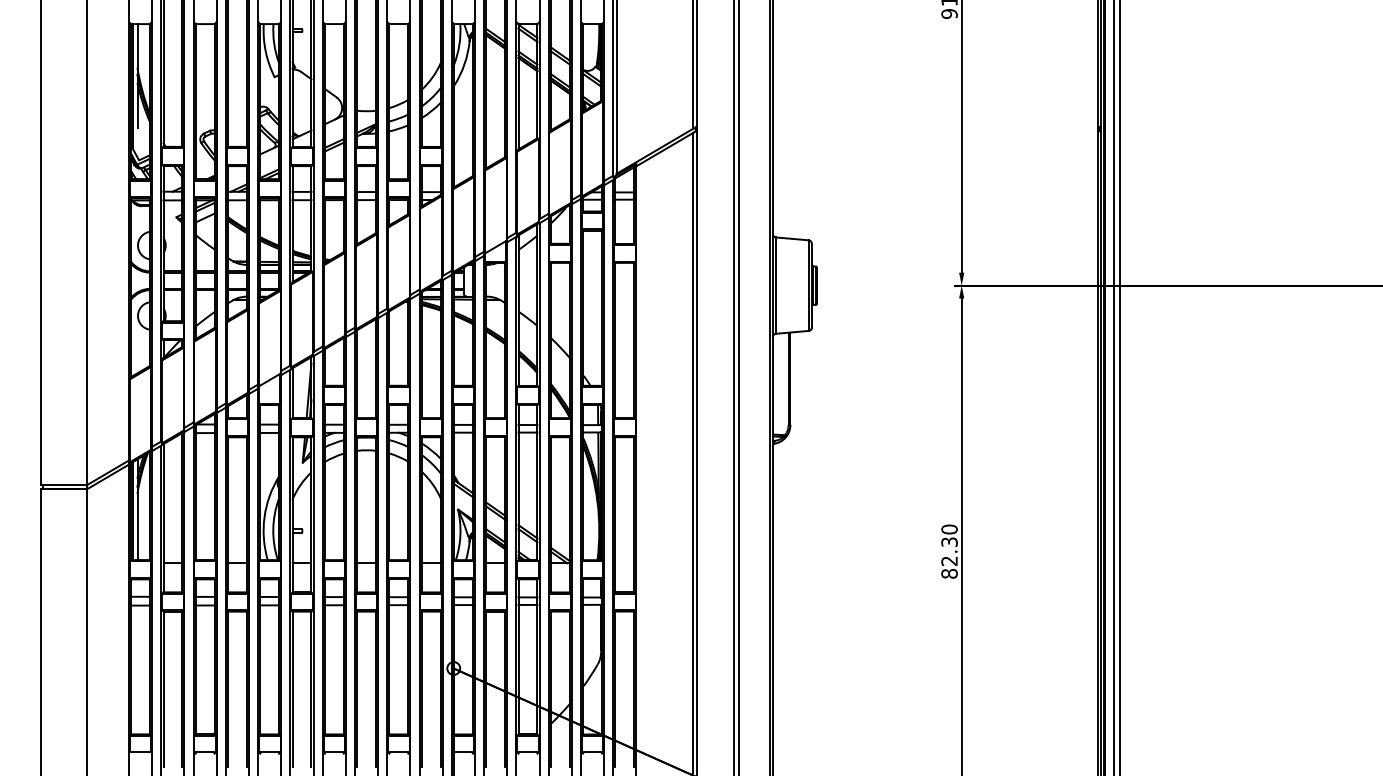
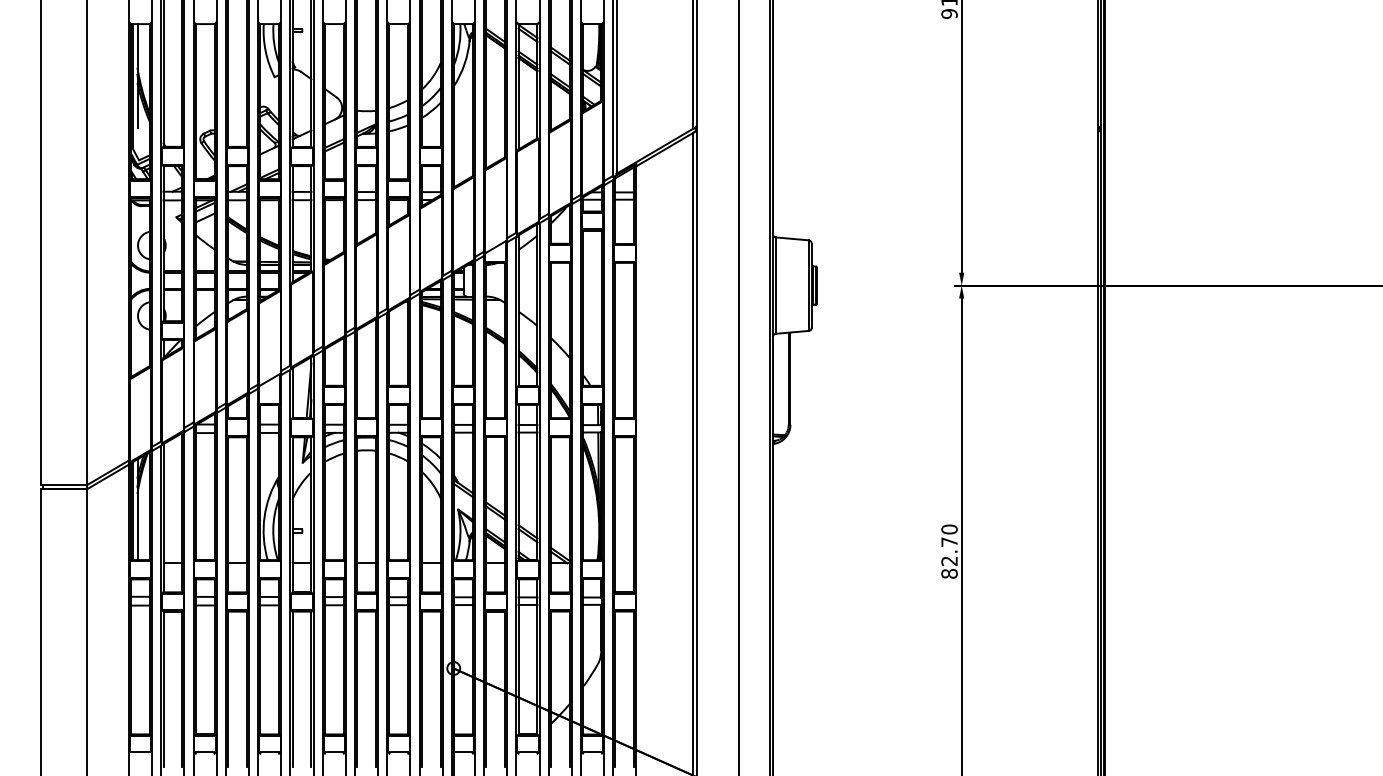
line at (733, 387): present -> none
line at (1113, 387): present -> none
line at (1119, 387): present -> none
text at (949, 541): 82.30 -> 82.70
